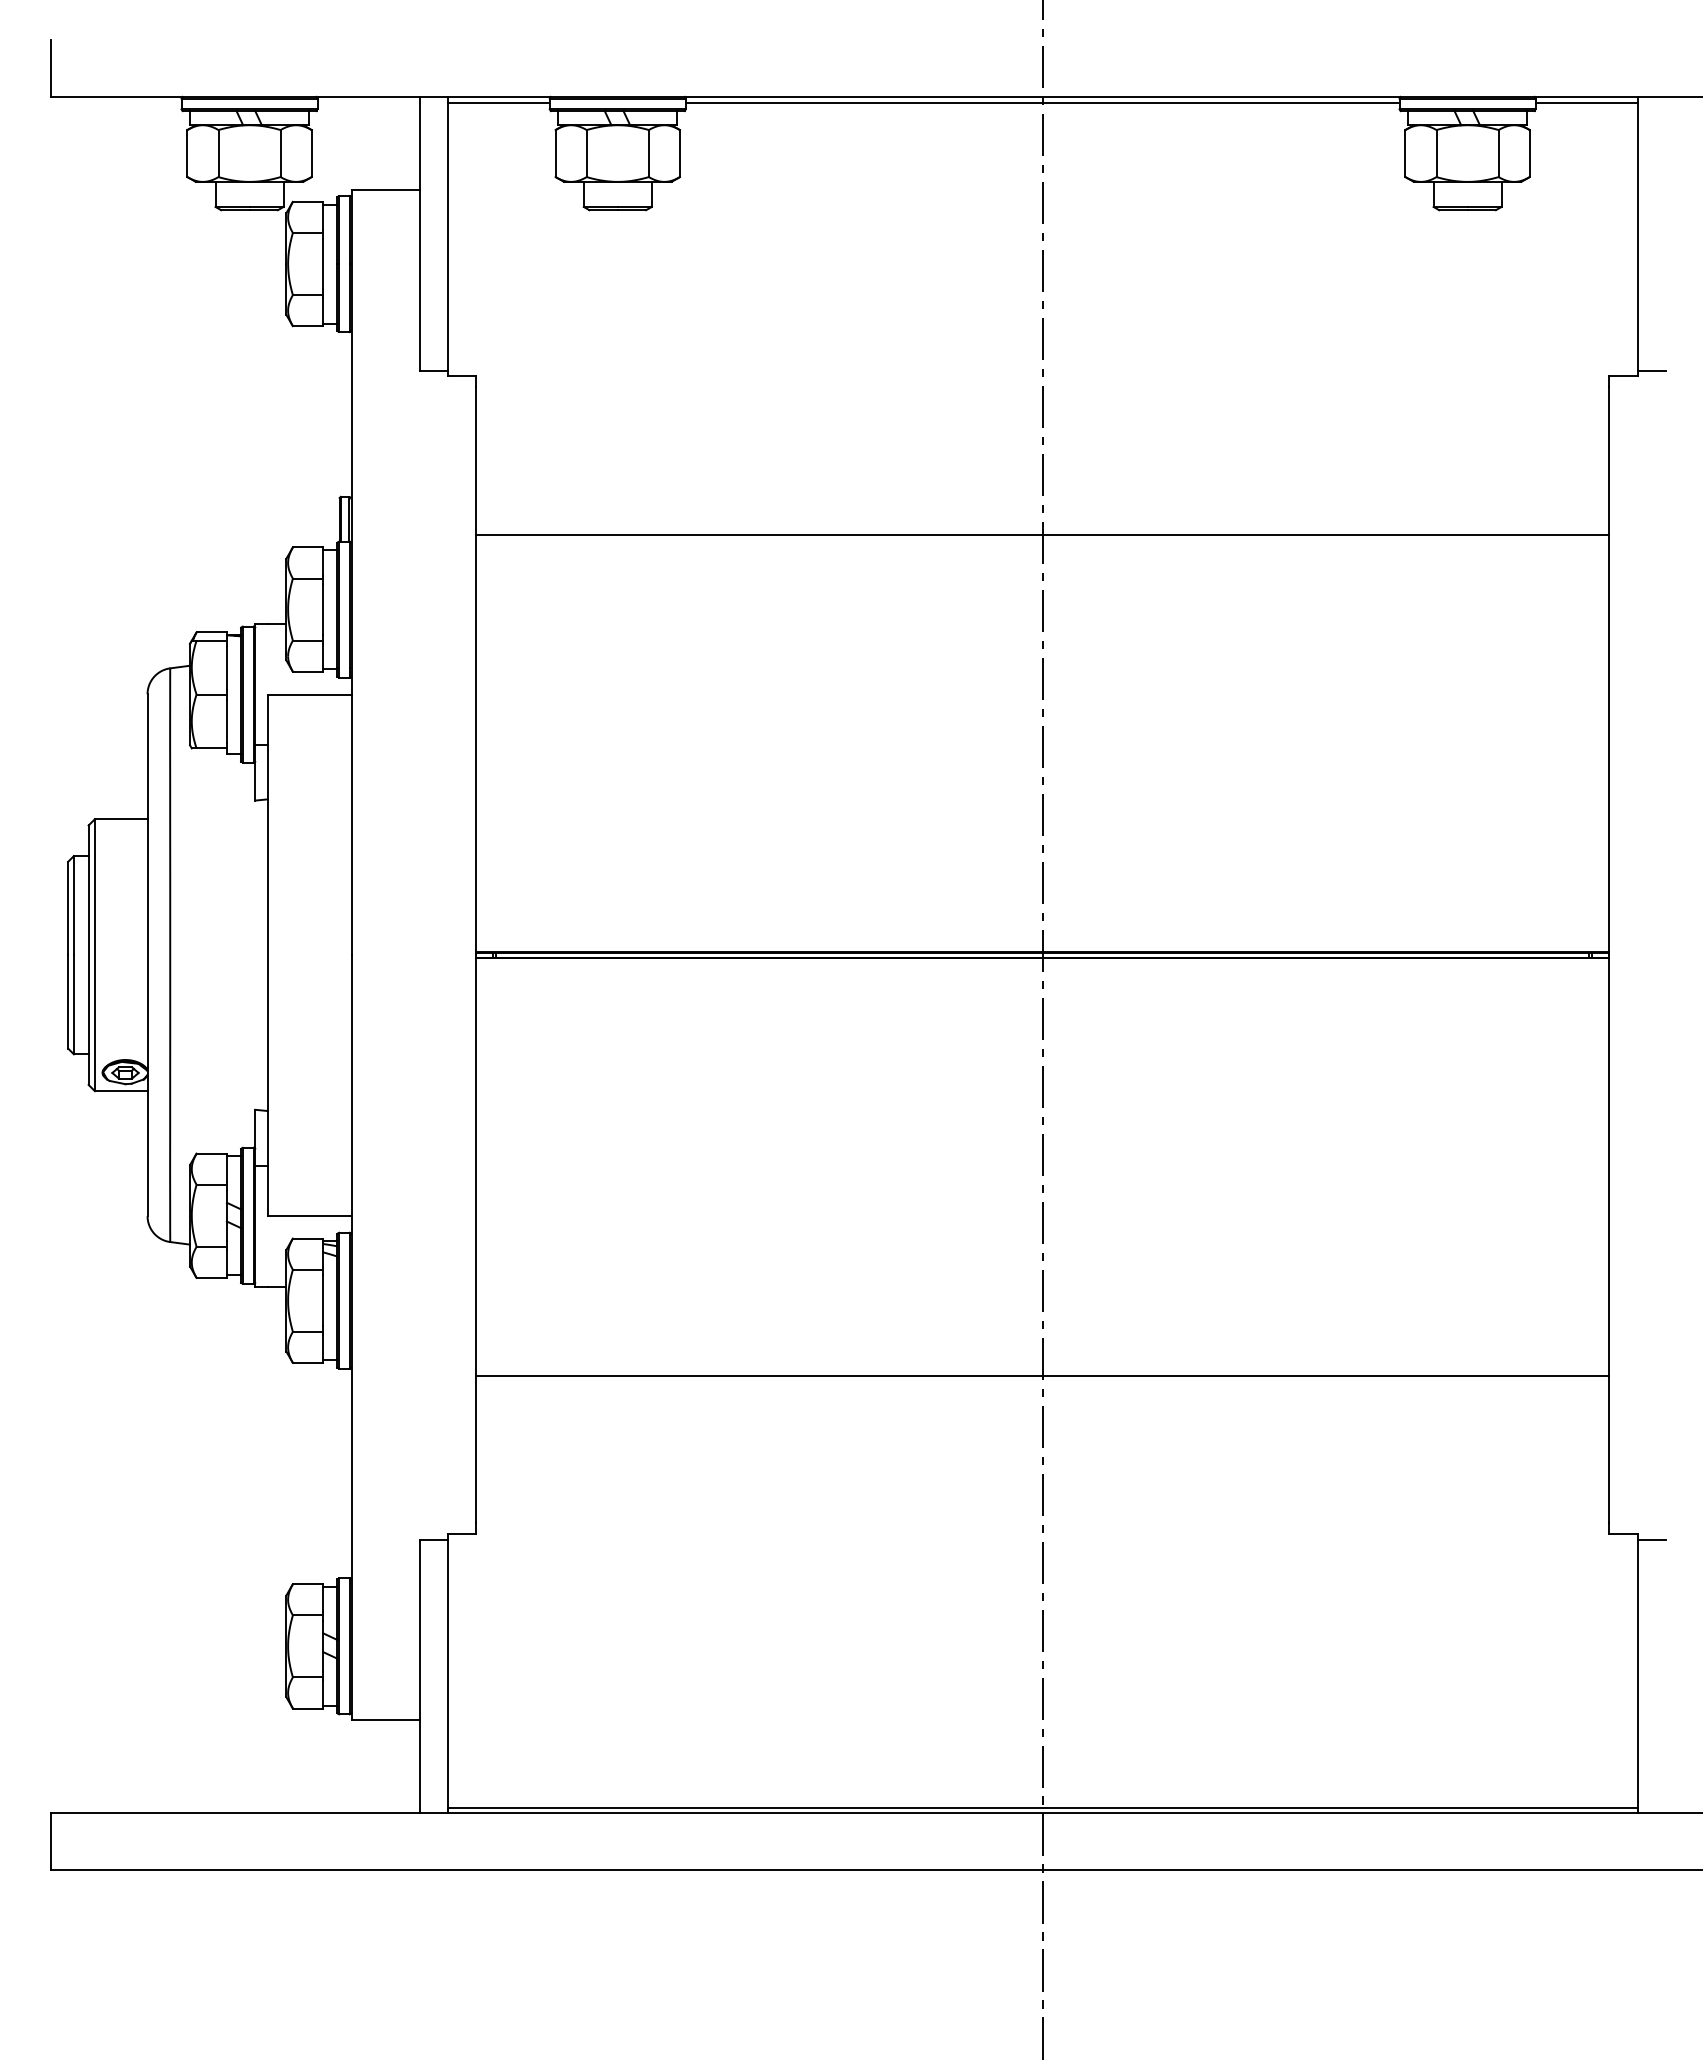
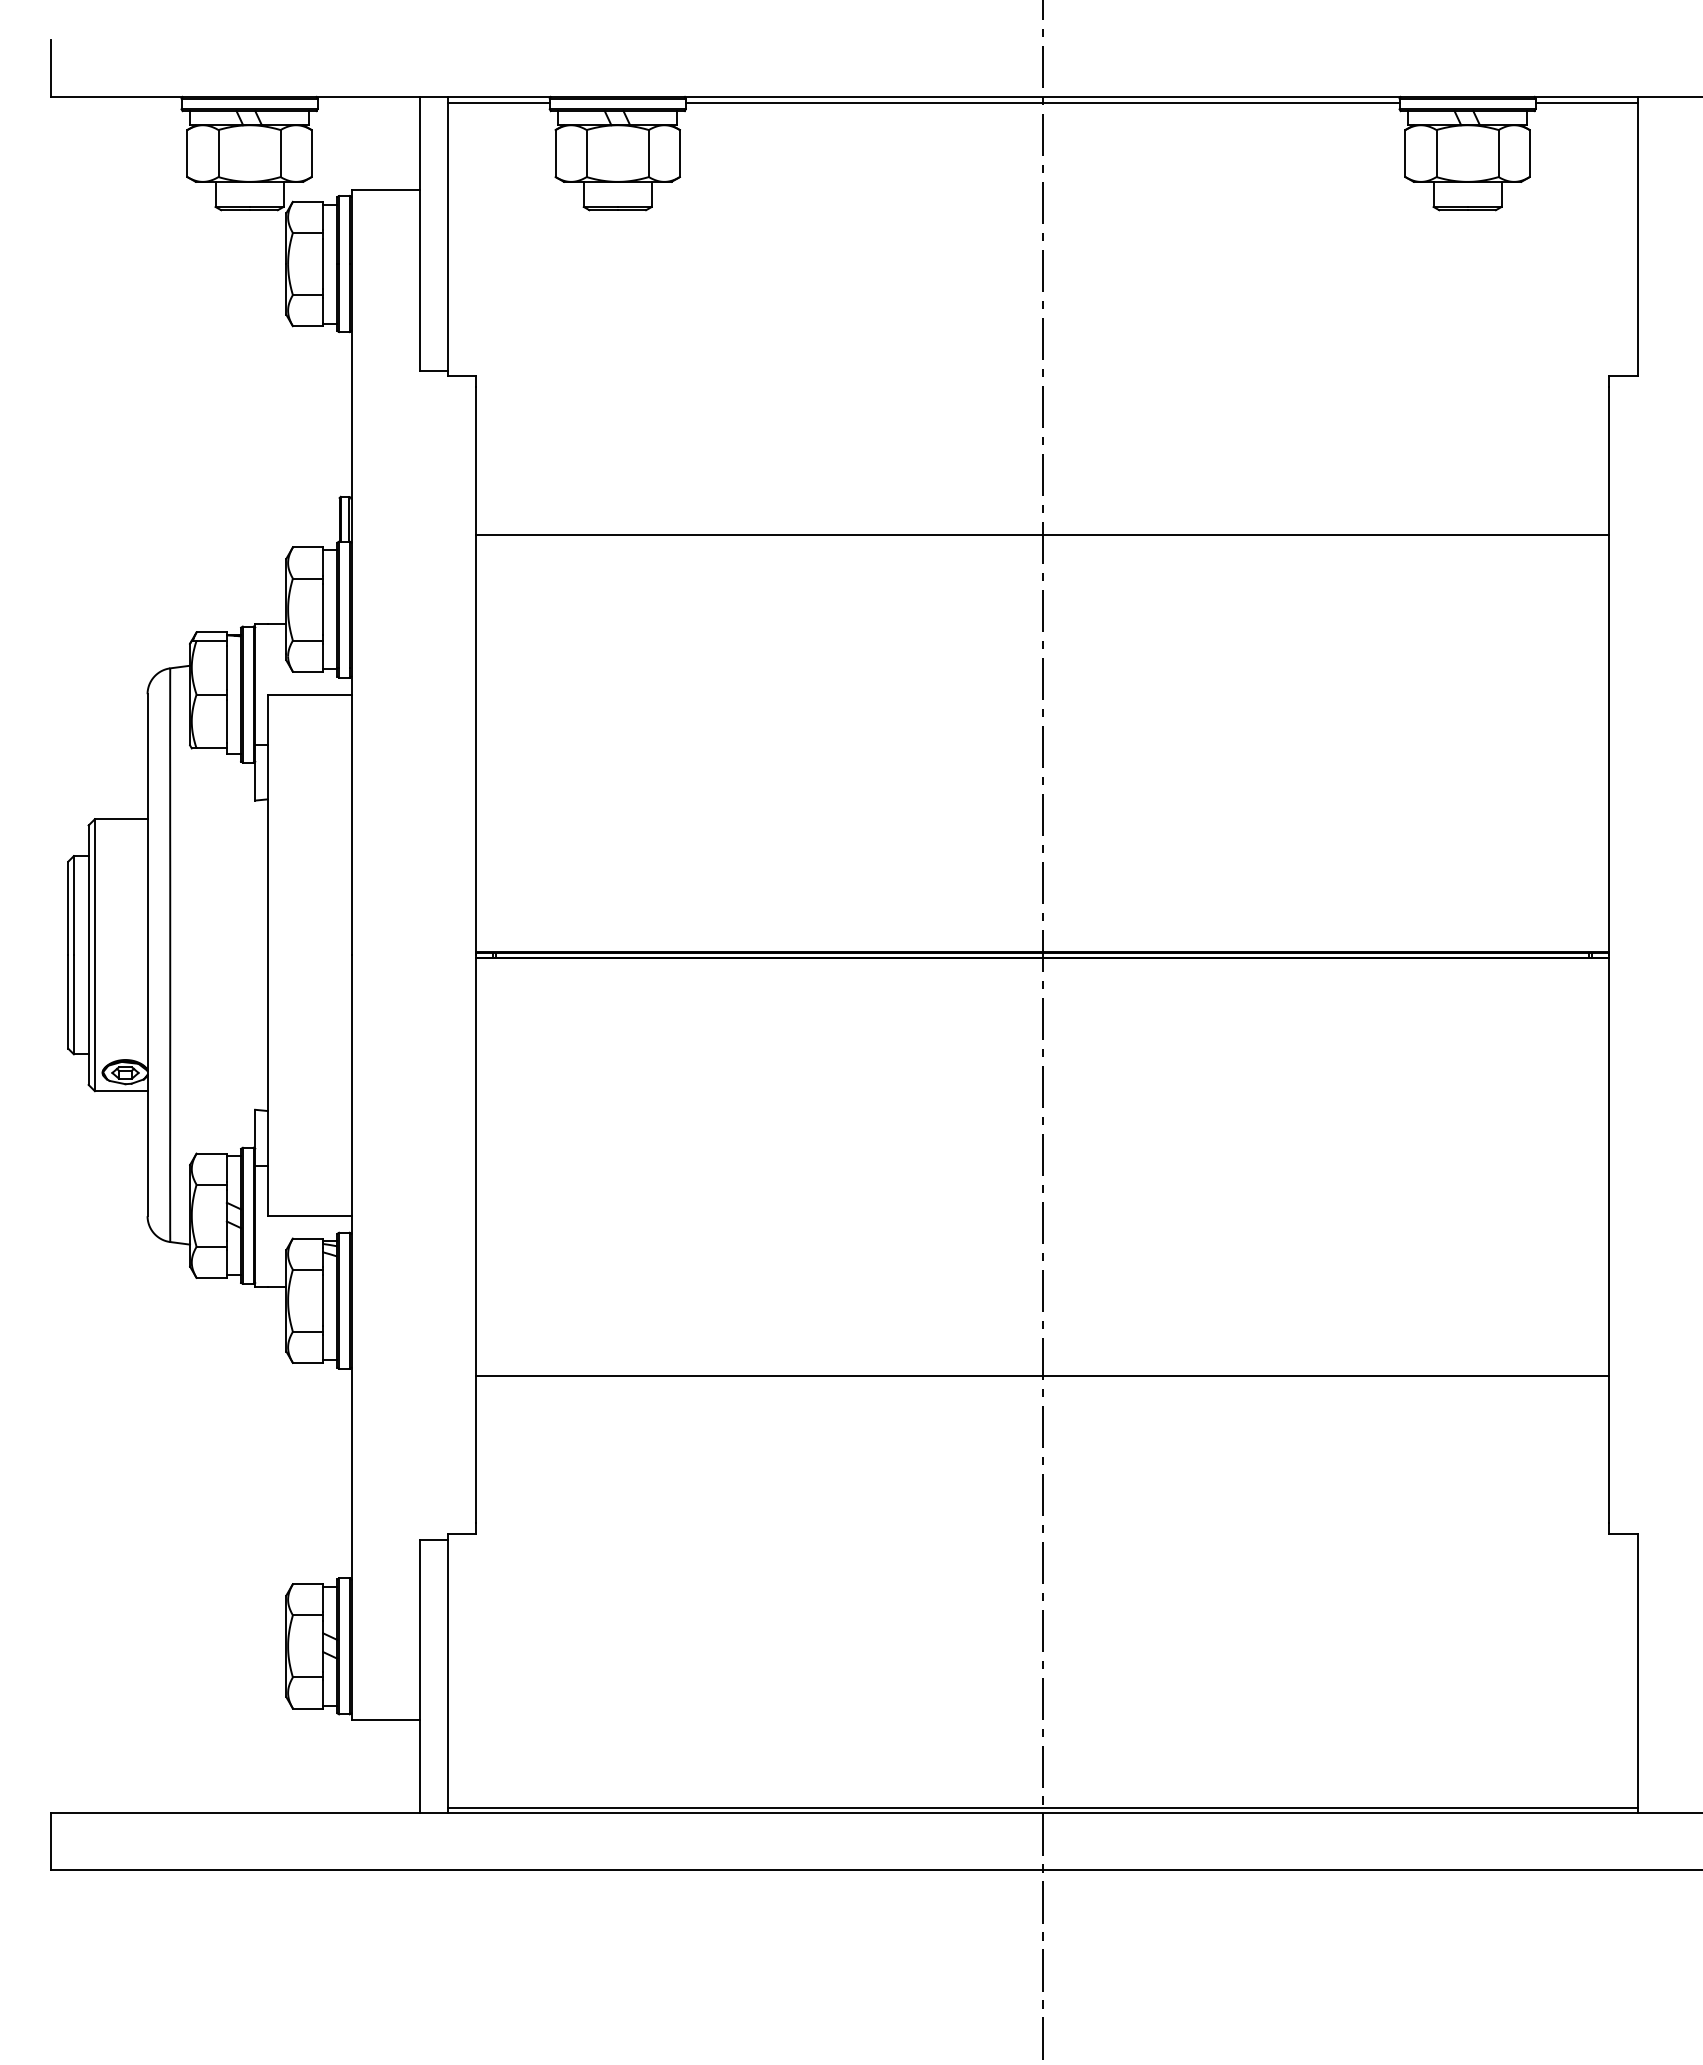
line at (1651, 370): present -> none
line at (1651, 1539): present -> none
